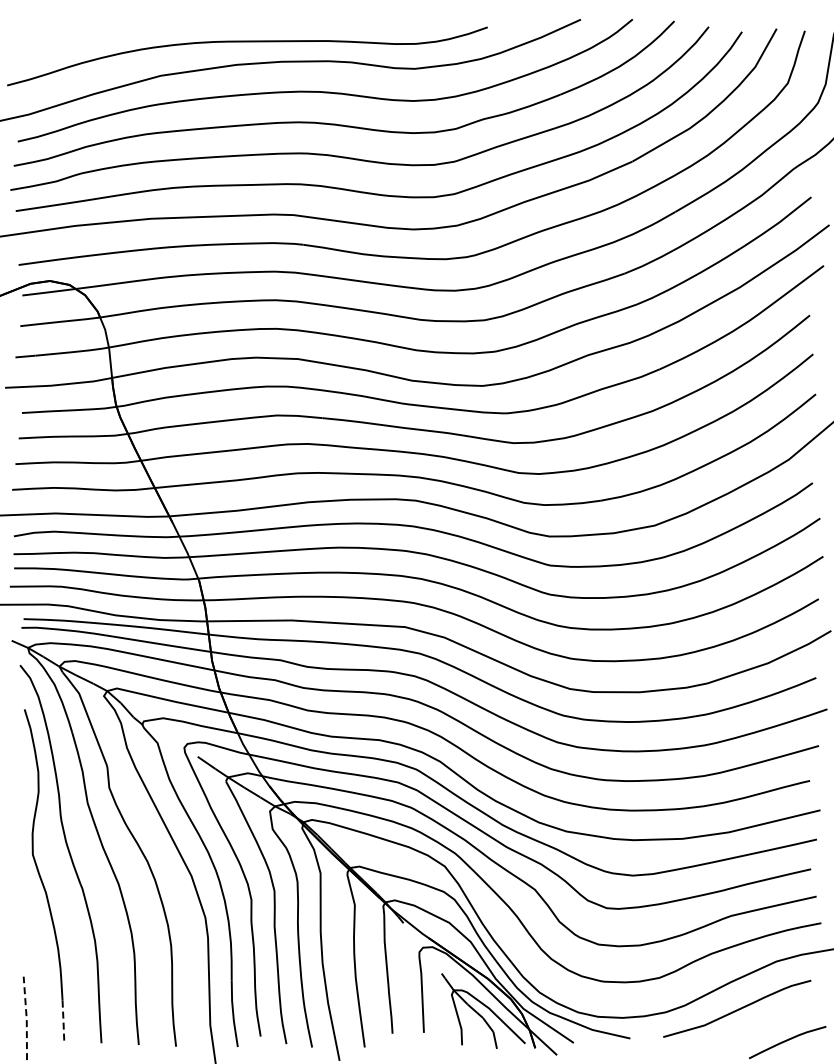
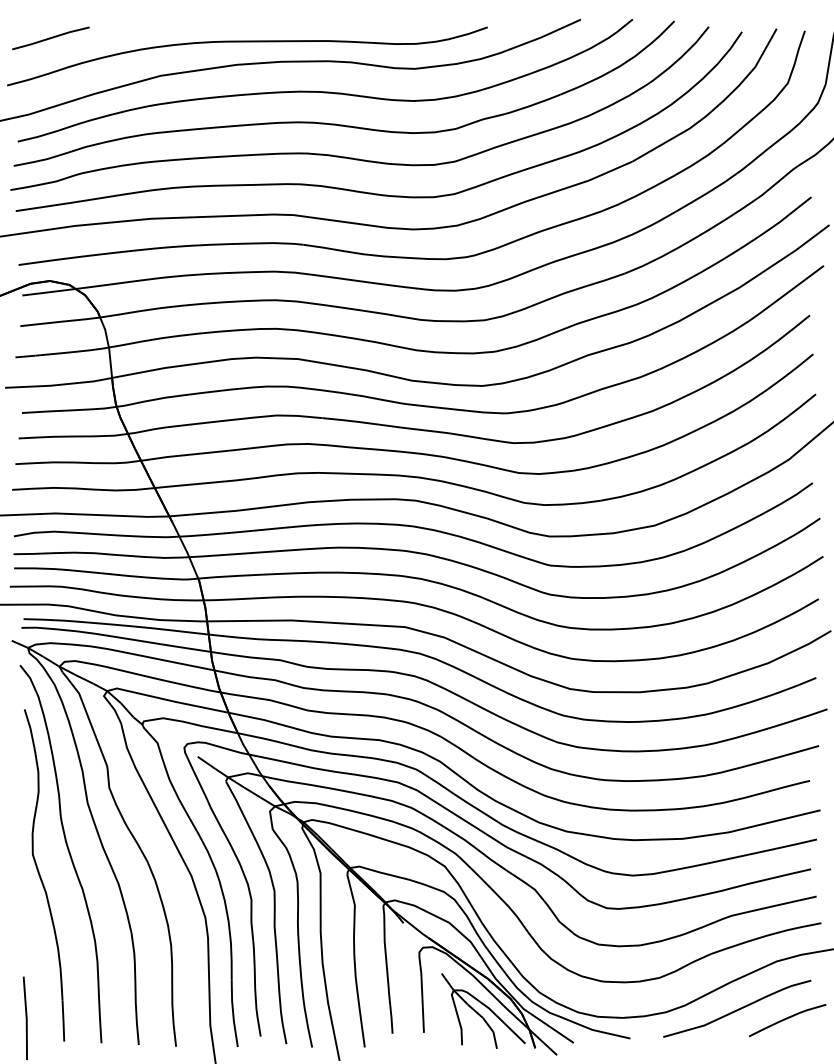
line at (50, 38): none -> present
line at (26, 1018): dashed -> solid
line at (63, 1021): dashed -> solid
curve at (787, 1041) position: (787, 1041) -> (787, 1019)
